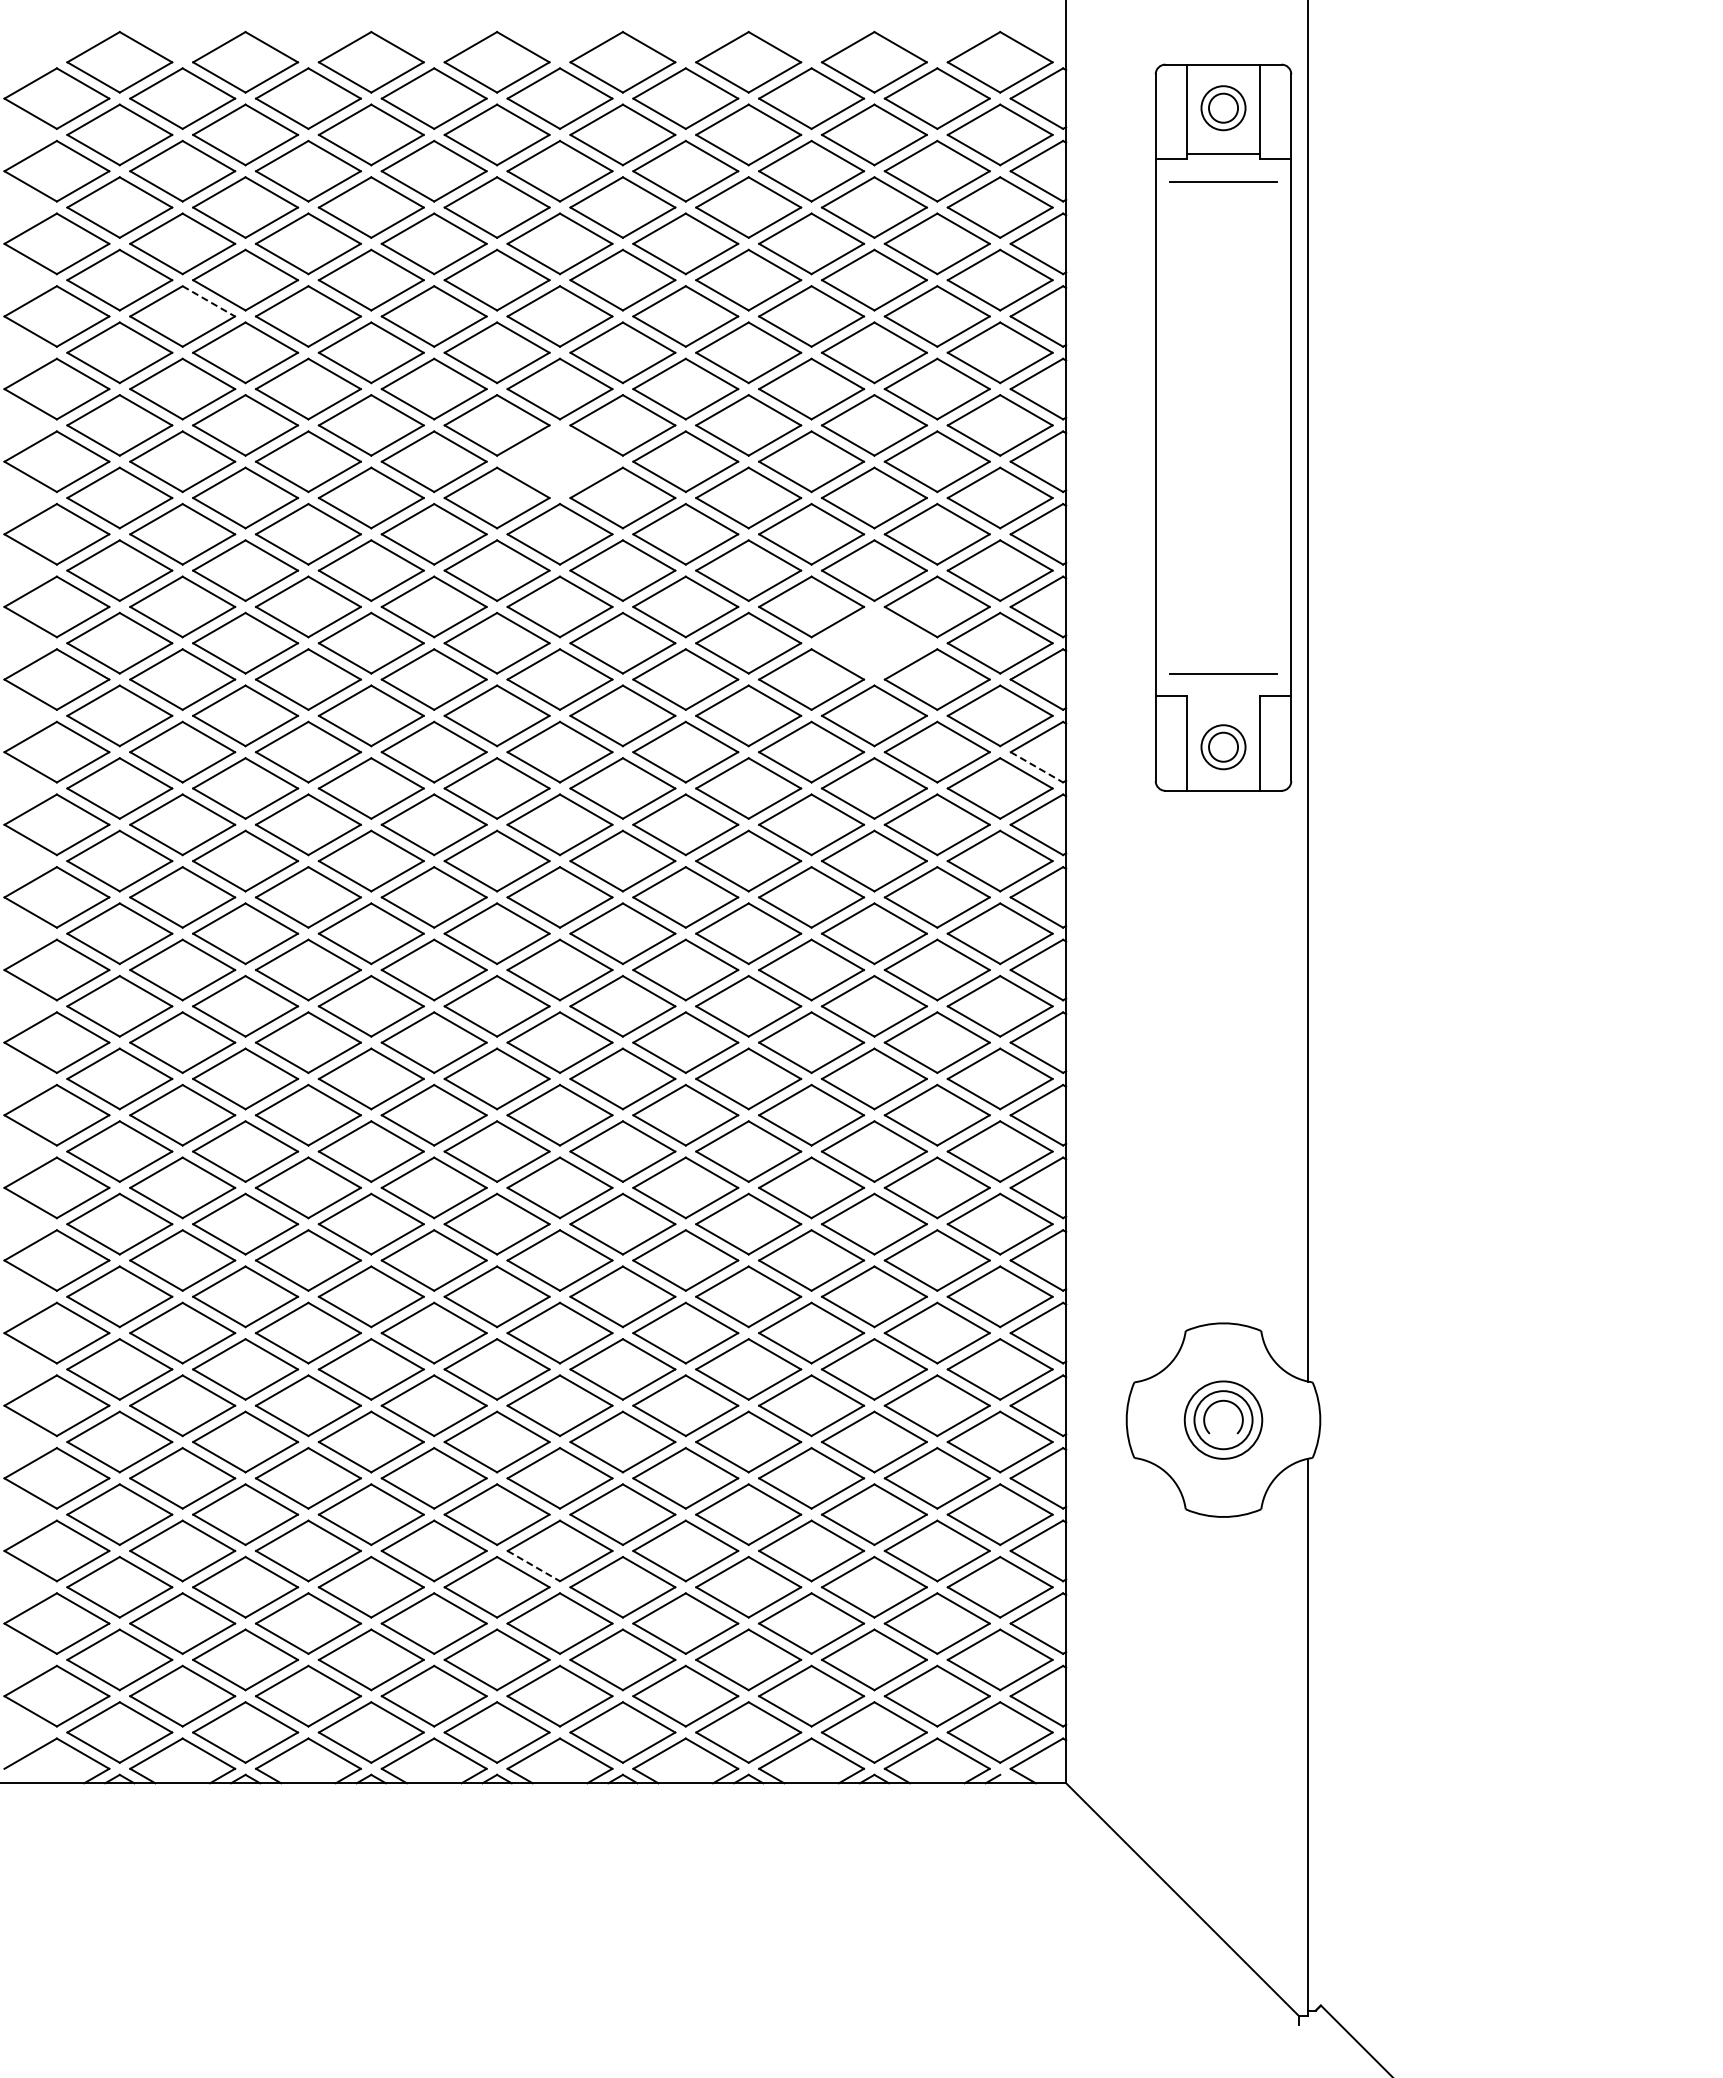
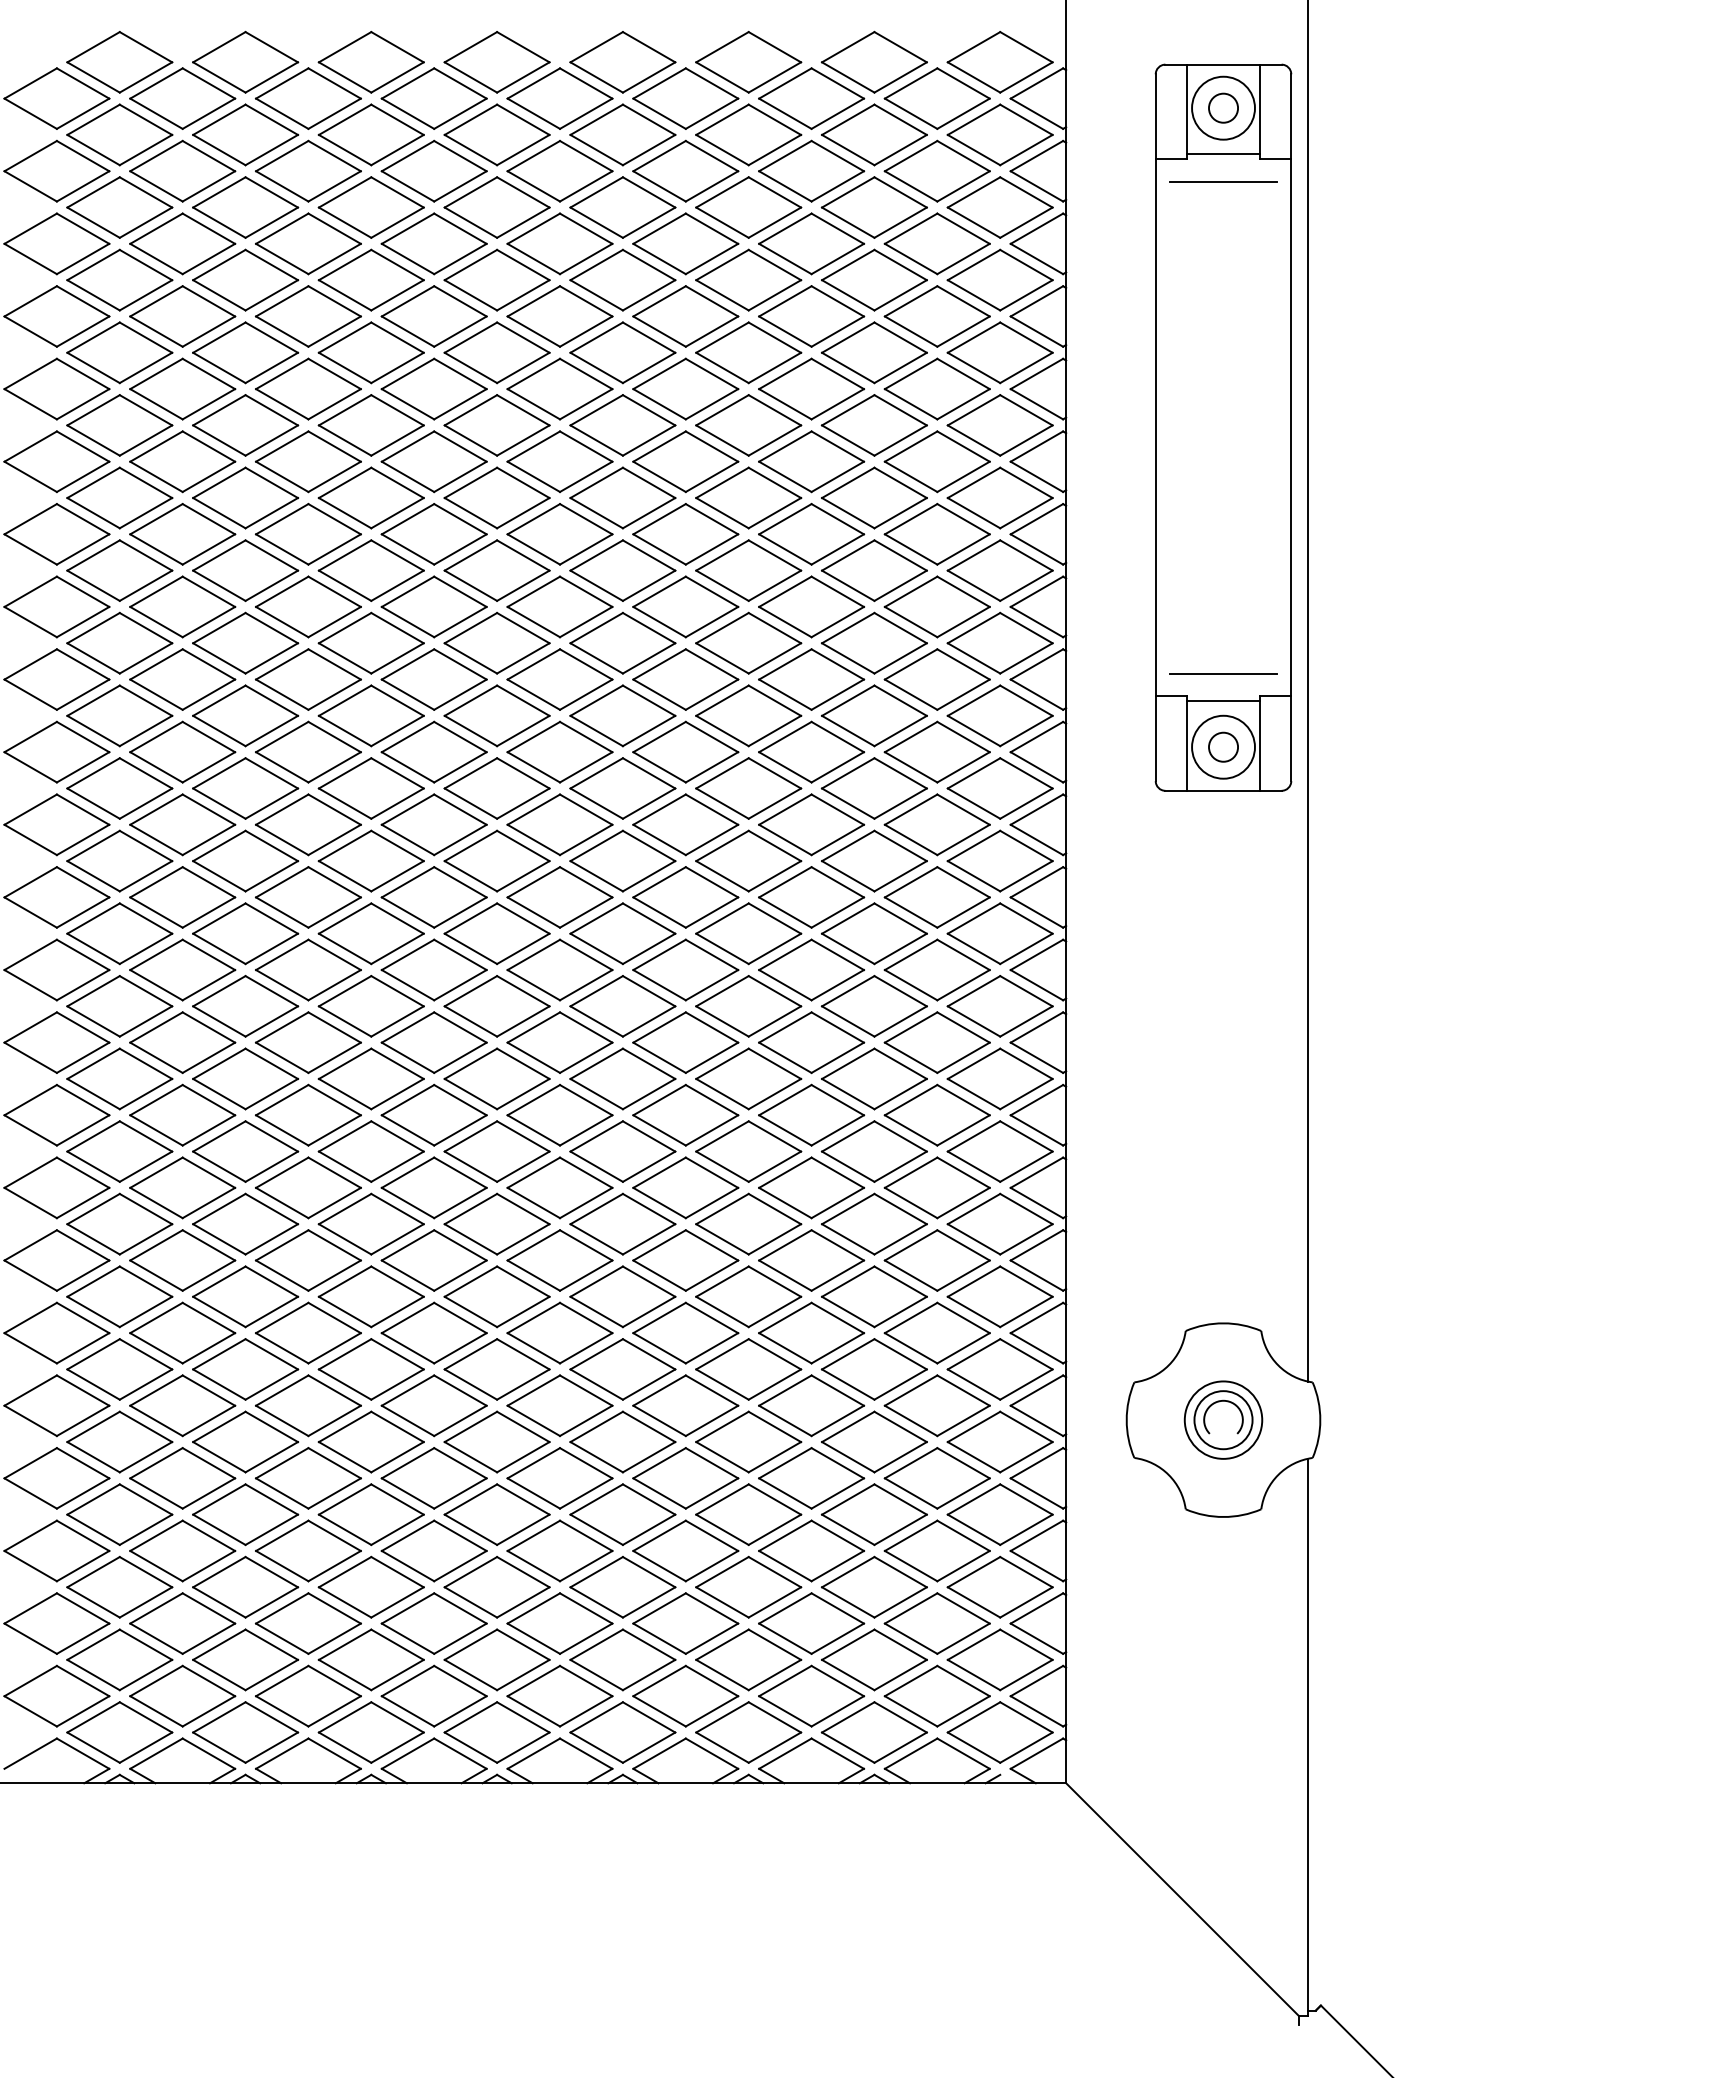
circle at (1223, 108) diameter: 44 px -> 63 px
line at (209, 301): dashed -> solid
part at (559, 461): none -> present
part at (874, 642): none -> present
line at (1223, 701): none -> present
circle at (1223, 747) diameter: 44 px -> 63 px
line at (1037, 767): dashed -> solid
line at (534, 1566): dashed -> solid
